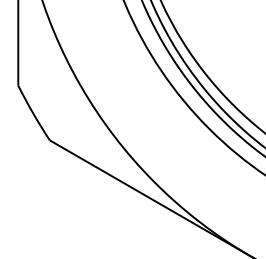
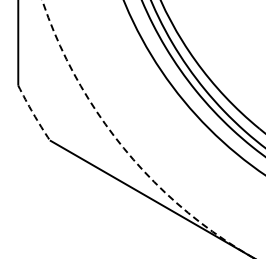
arc at (33, 113): solid -> dashed
arc at (123, 147): solid -> dashed
